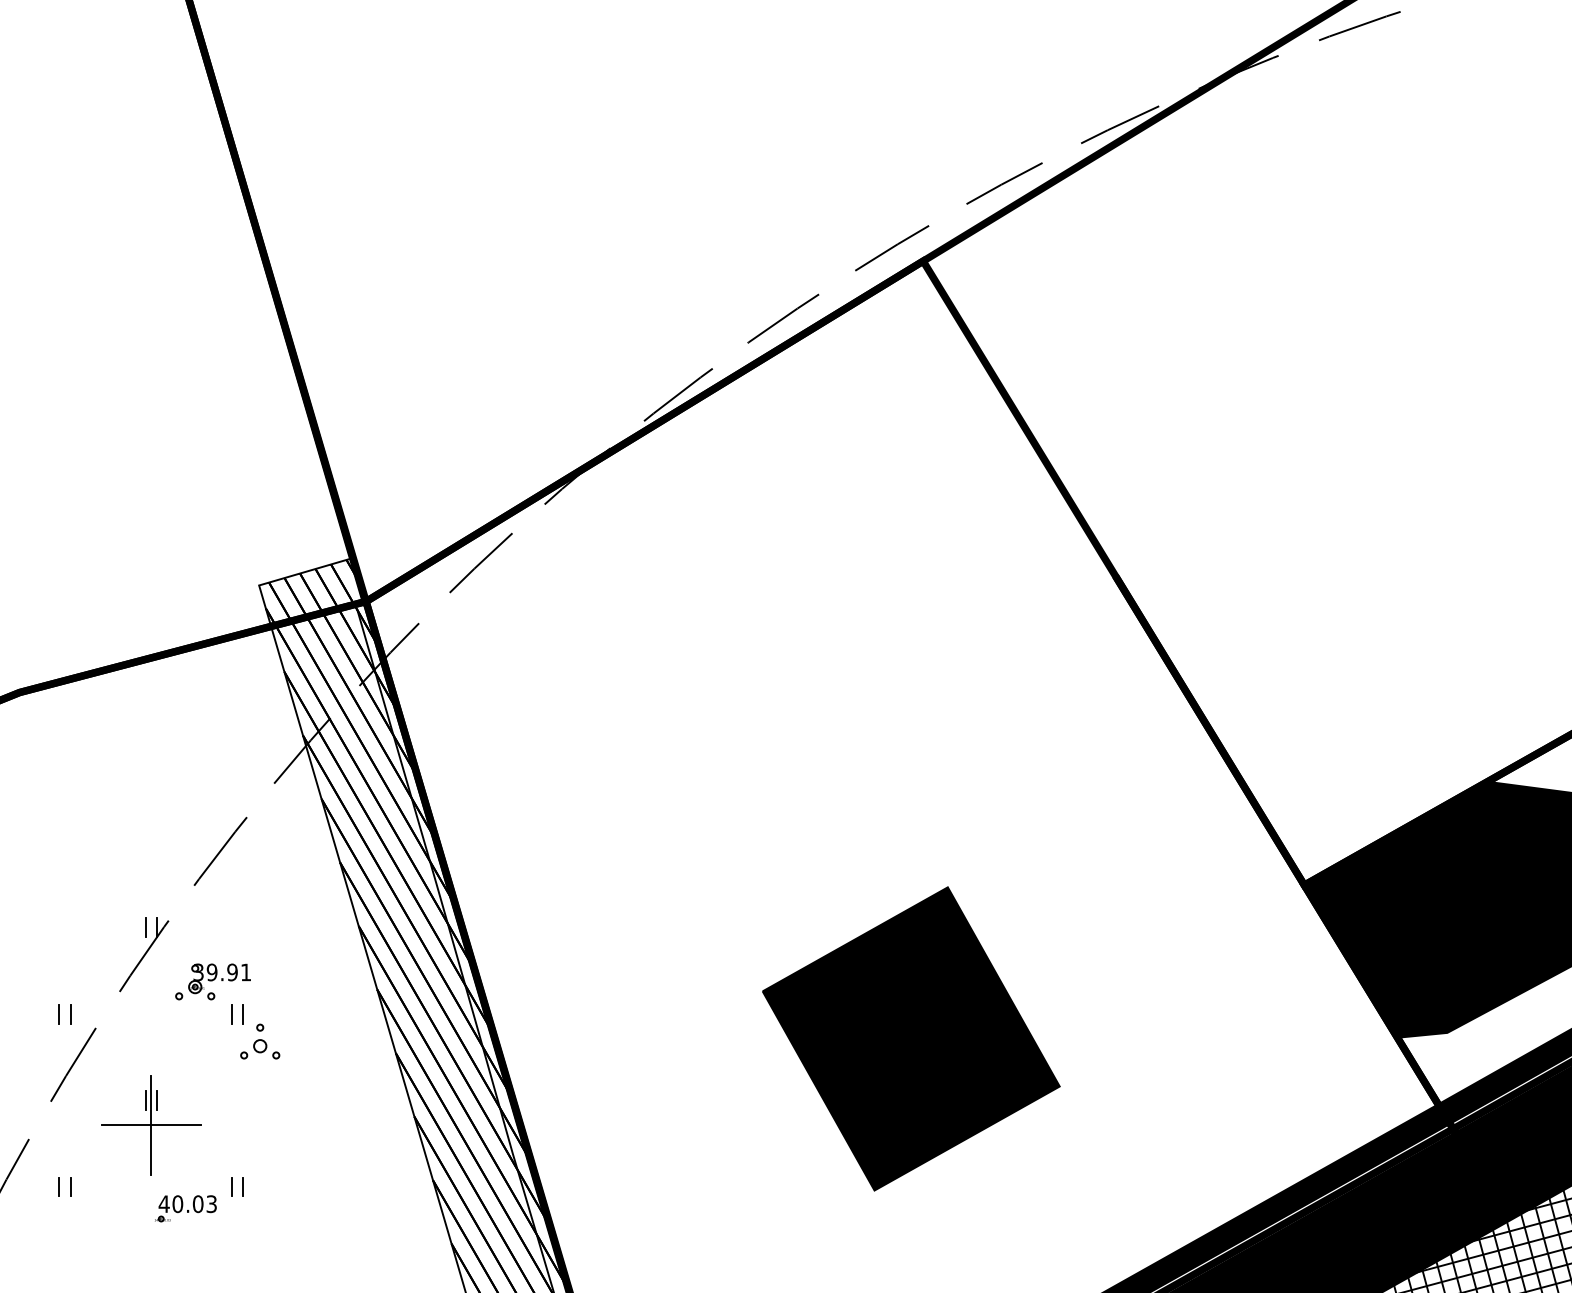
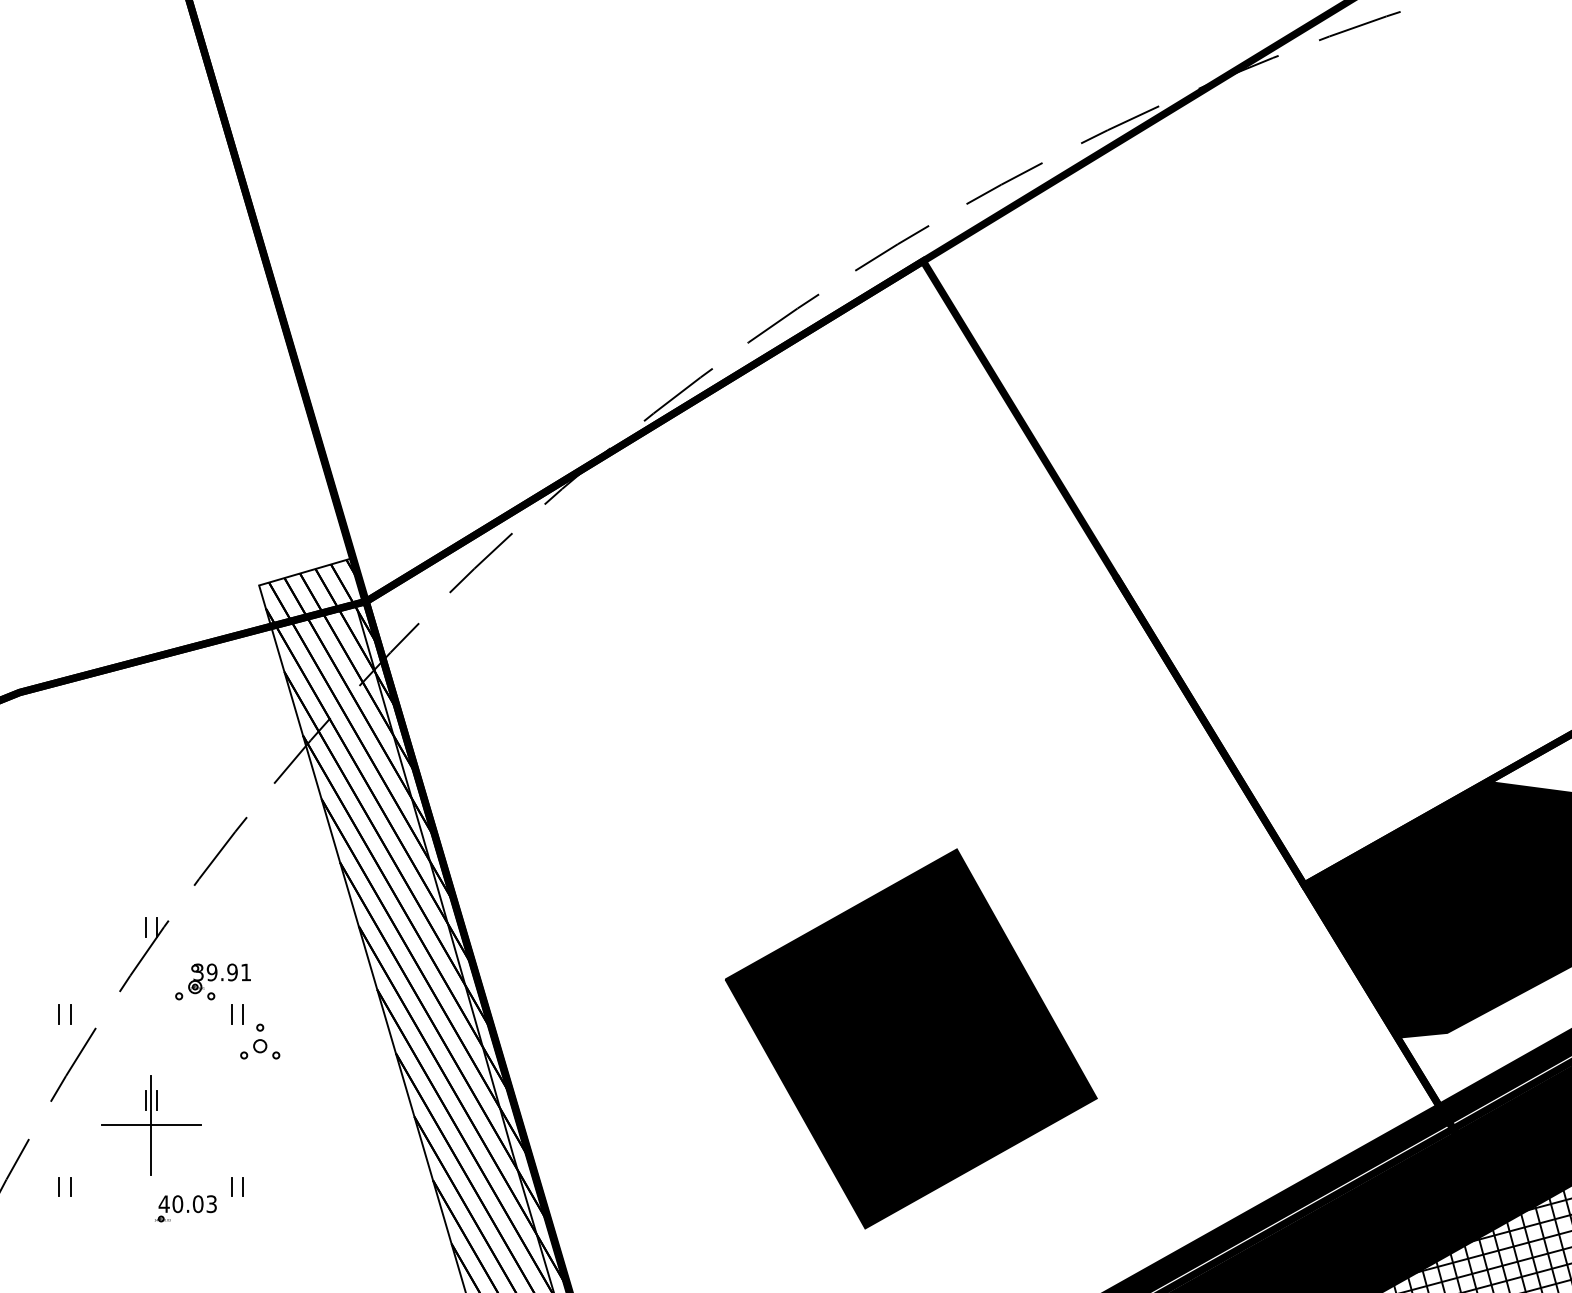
part at (911, 1038) size: 299x306 px -> 373x382 px
